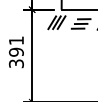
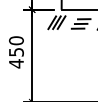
text at (15, 52): 391 -> 450
